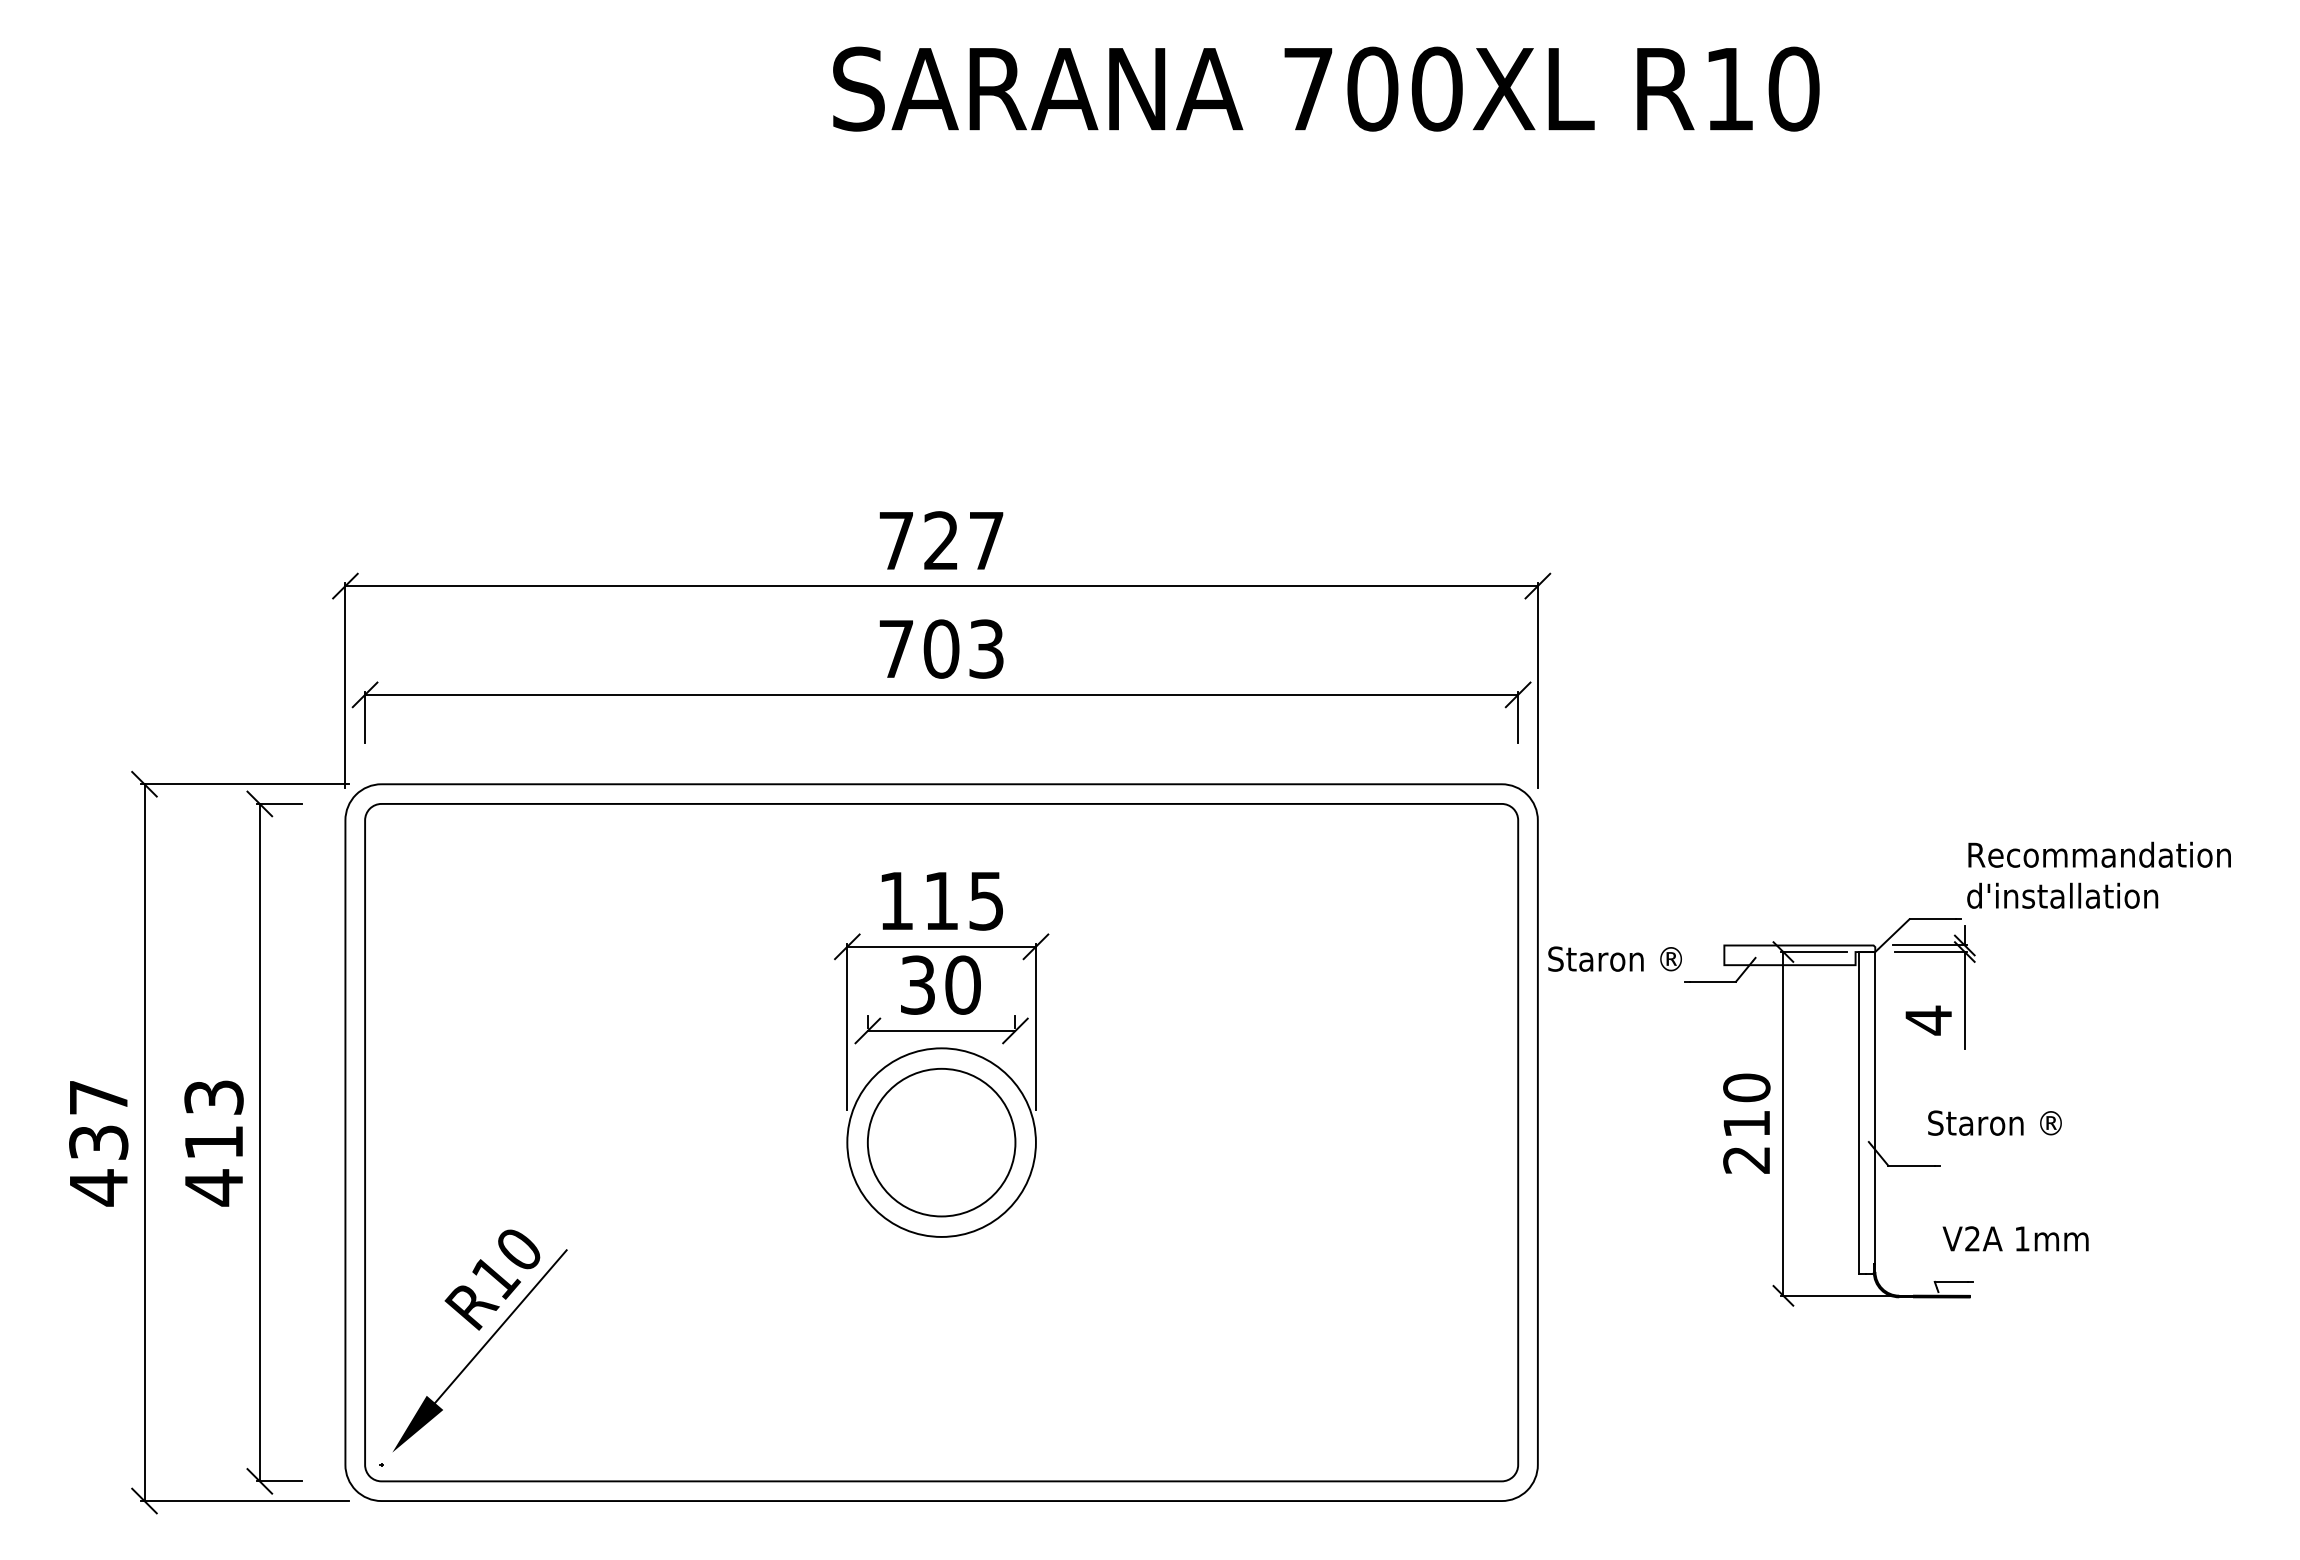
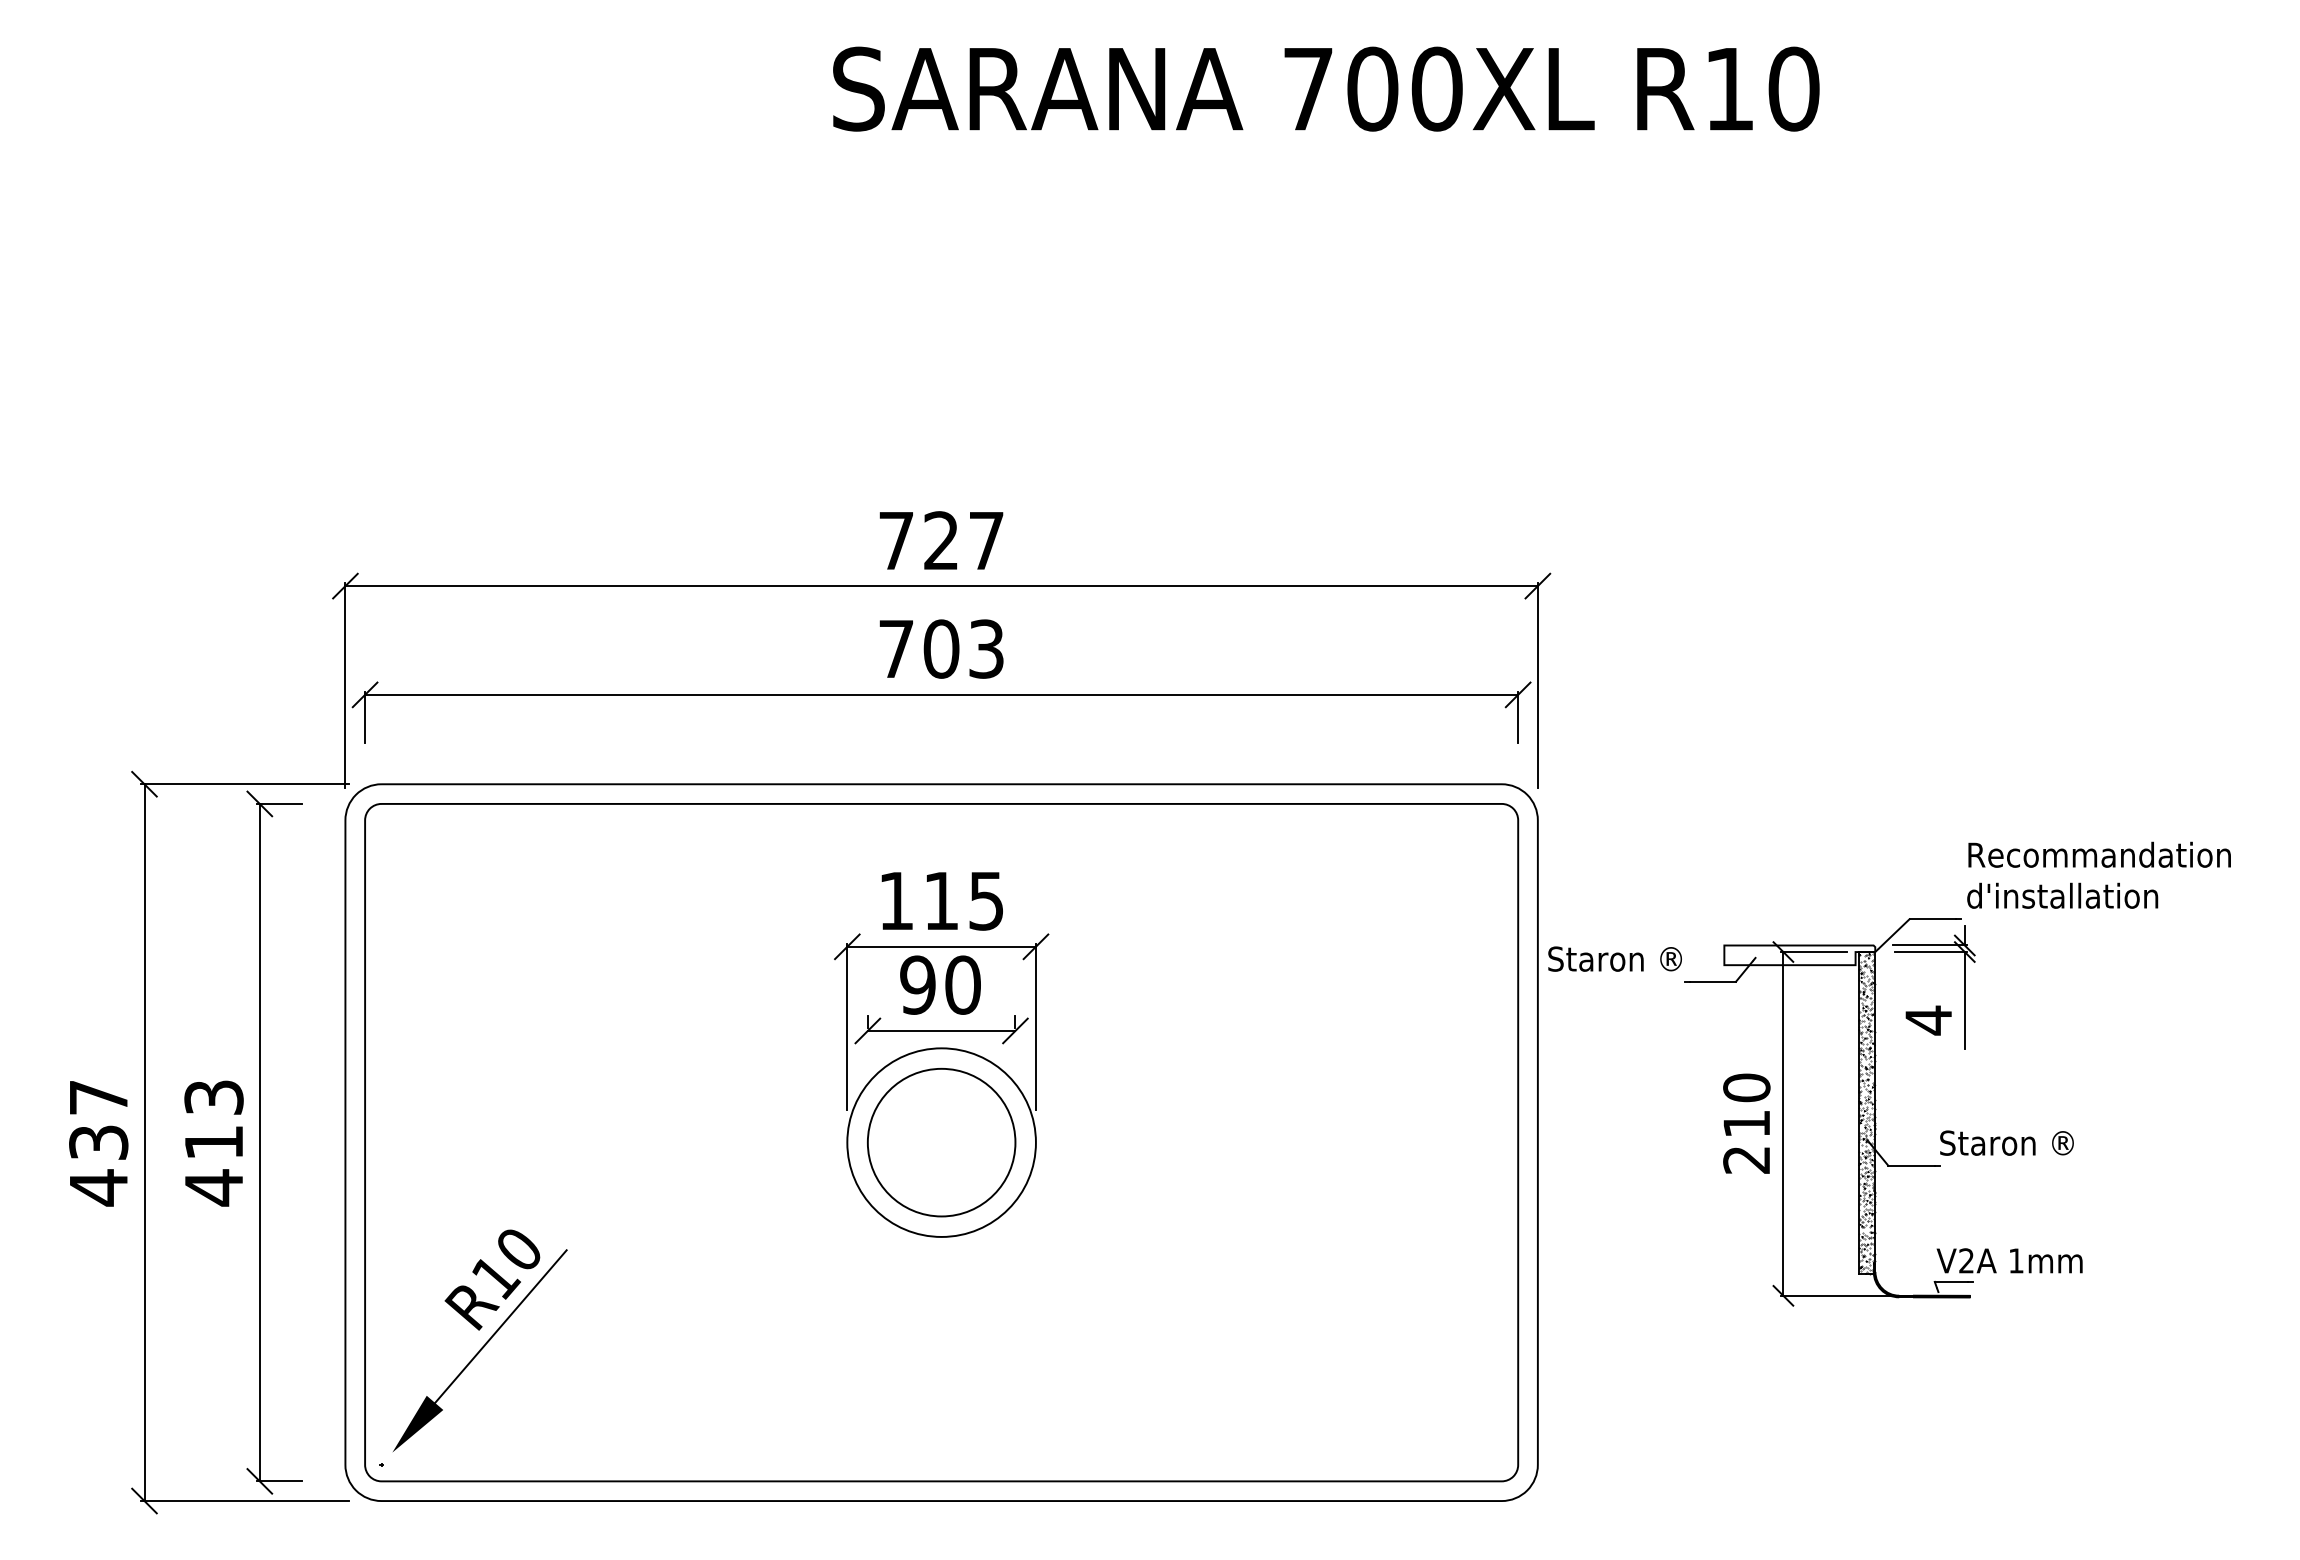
text at (917, 984): 30 -> 90
hatch at (1866, 1113): none -> present
text at (1994, 1122) position: (1994, 1122) -> (2006, 1142)
text at (2015, 1238) position: (2015, 1238) -> (2009, 1260)
